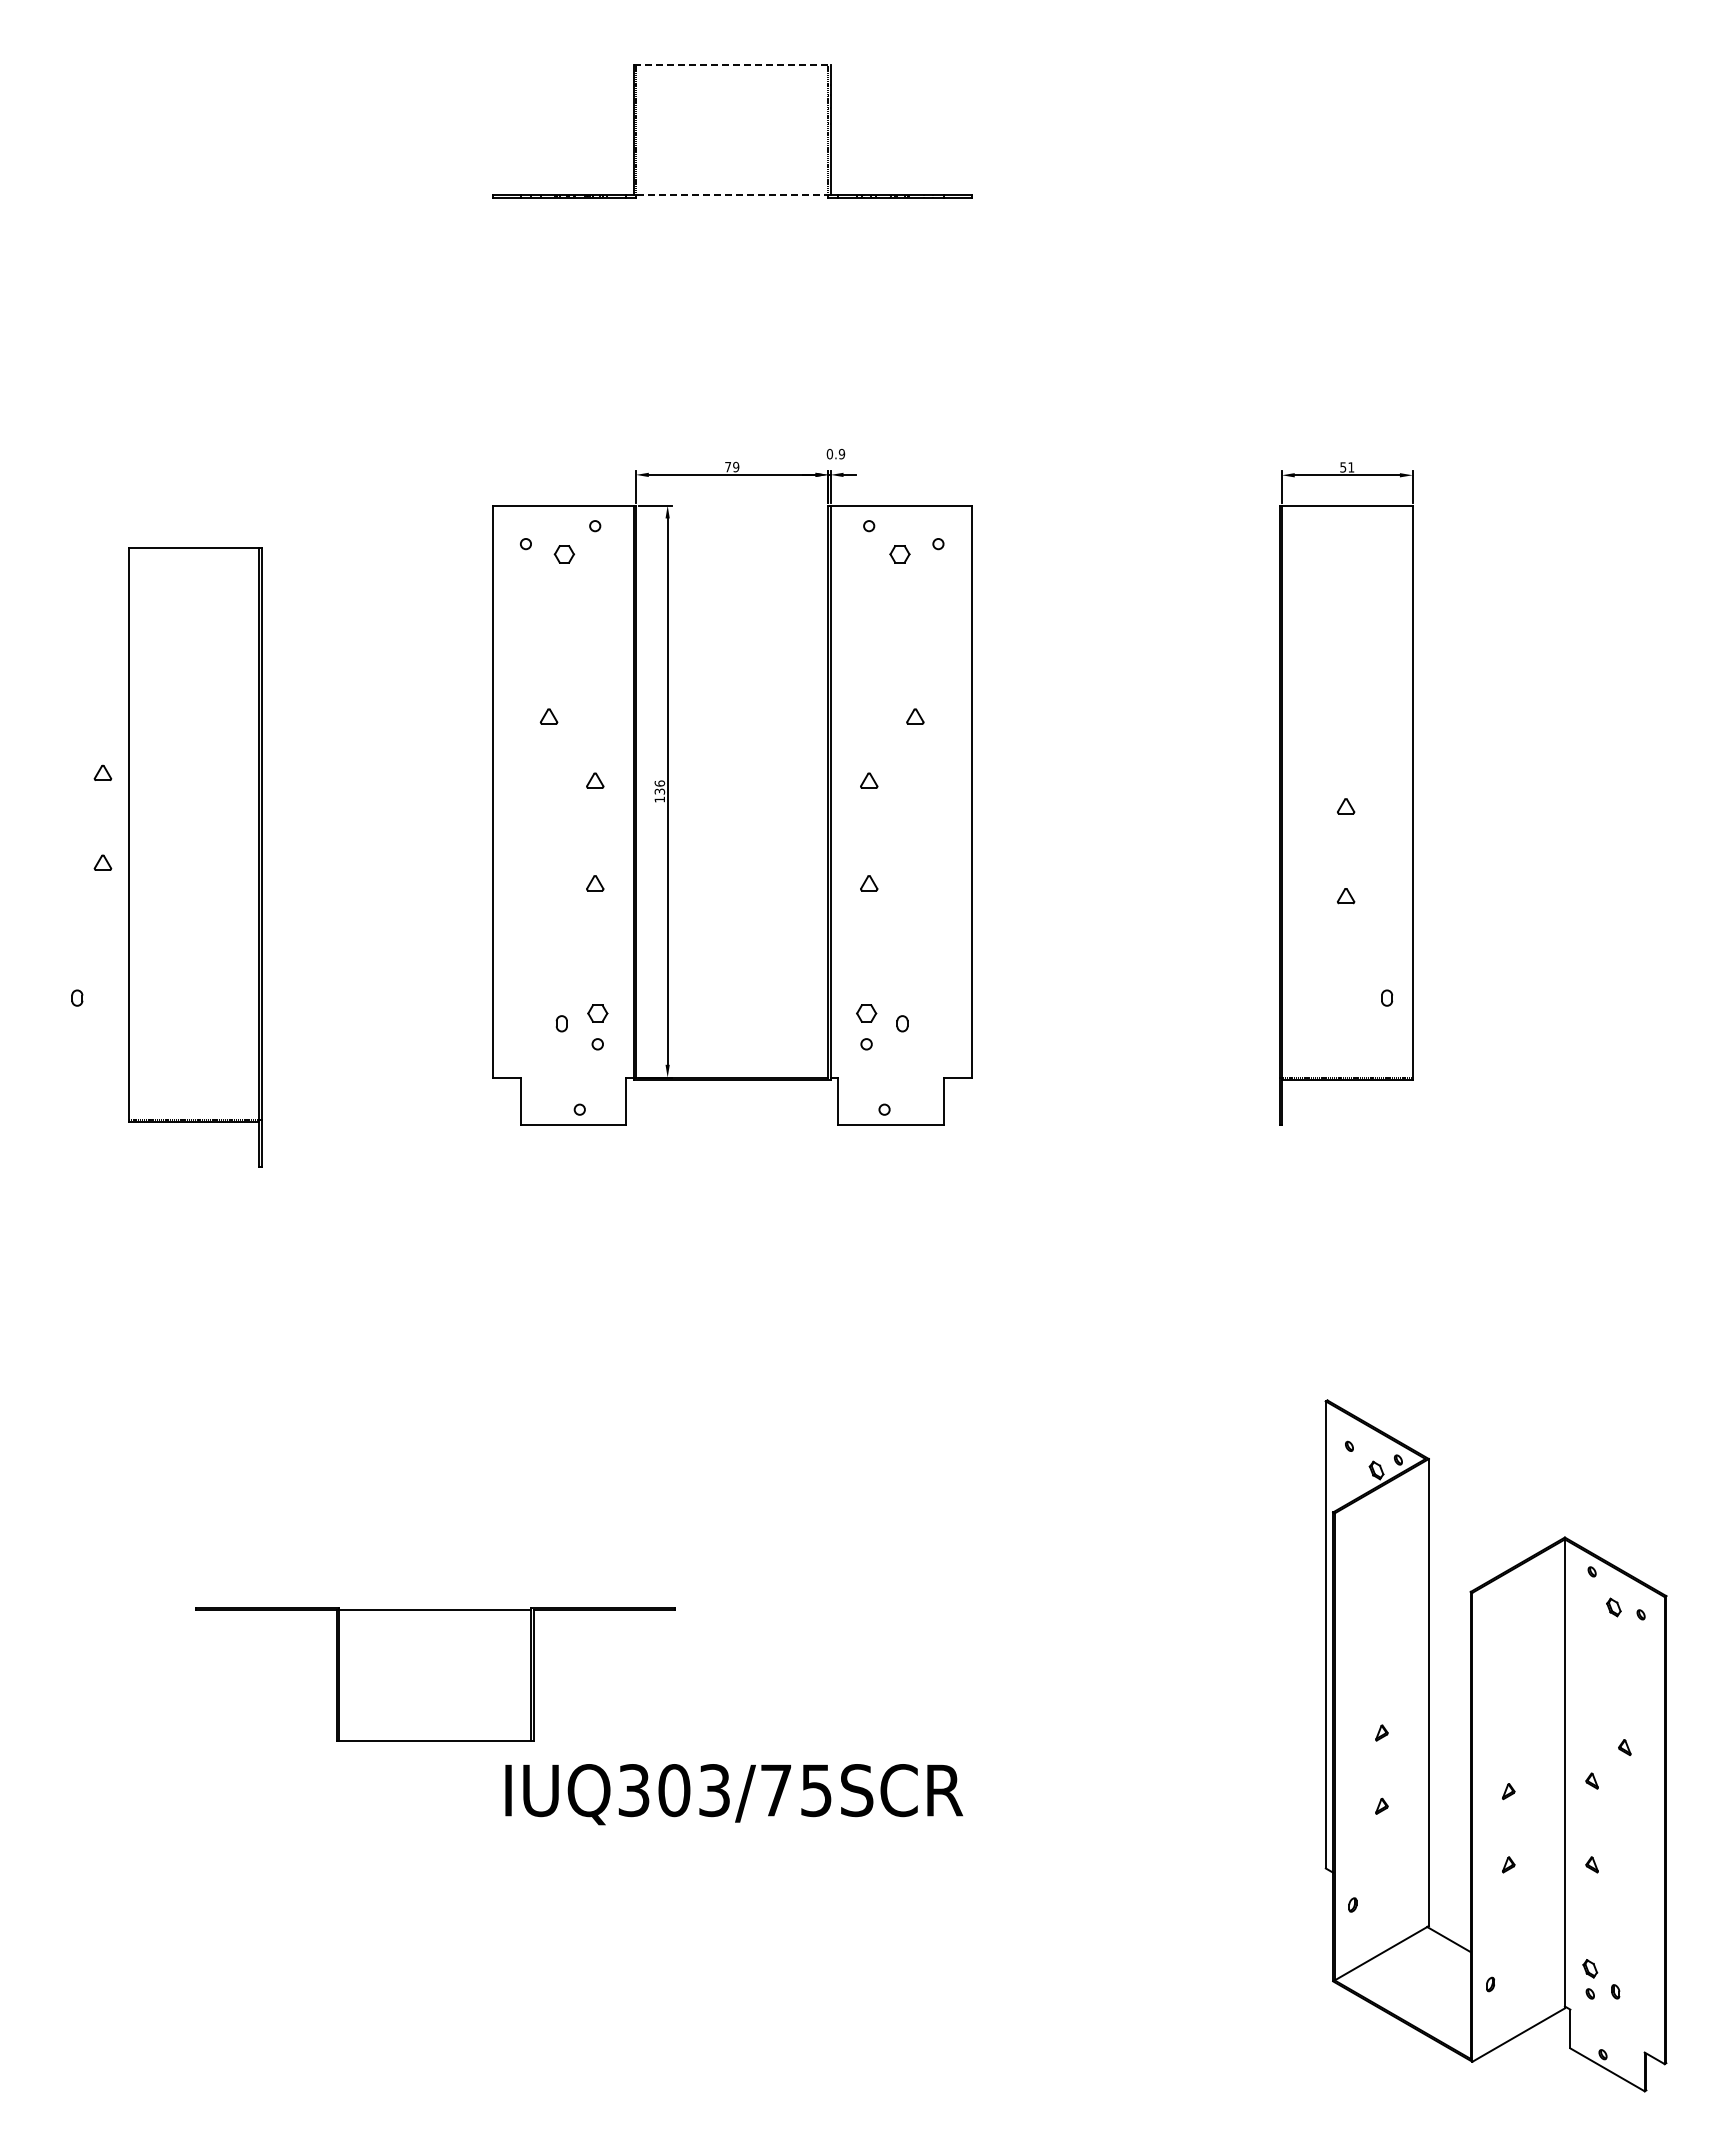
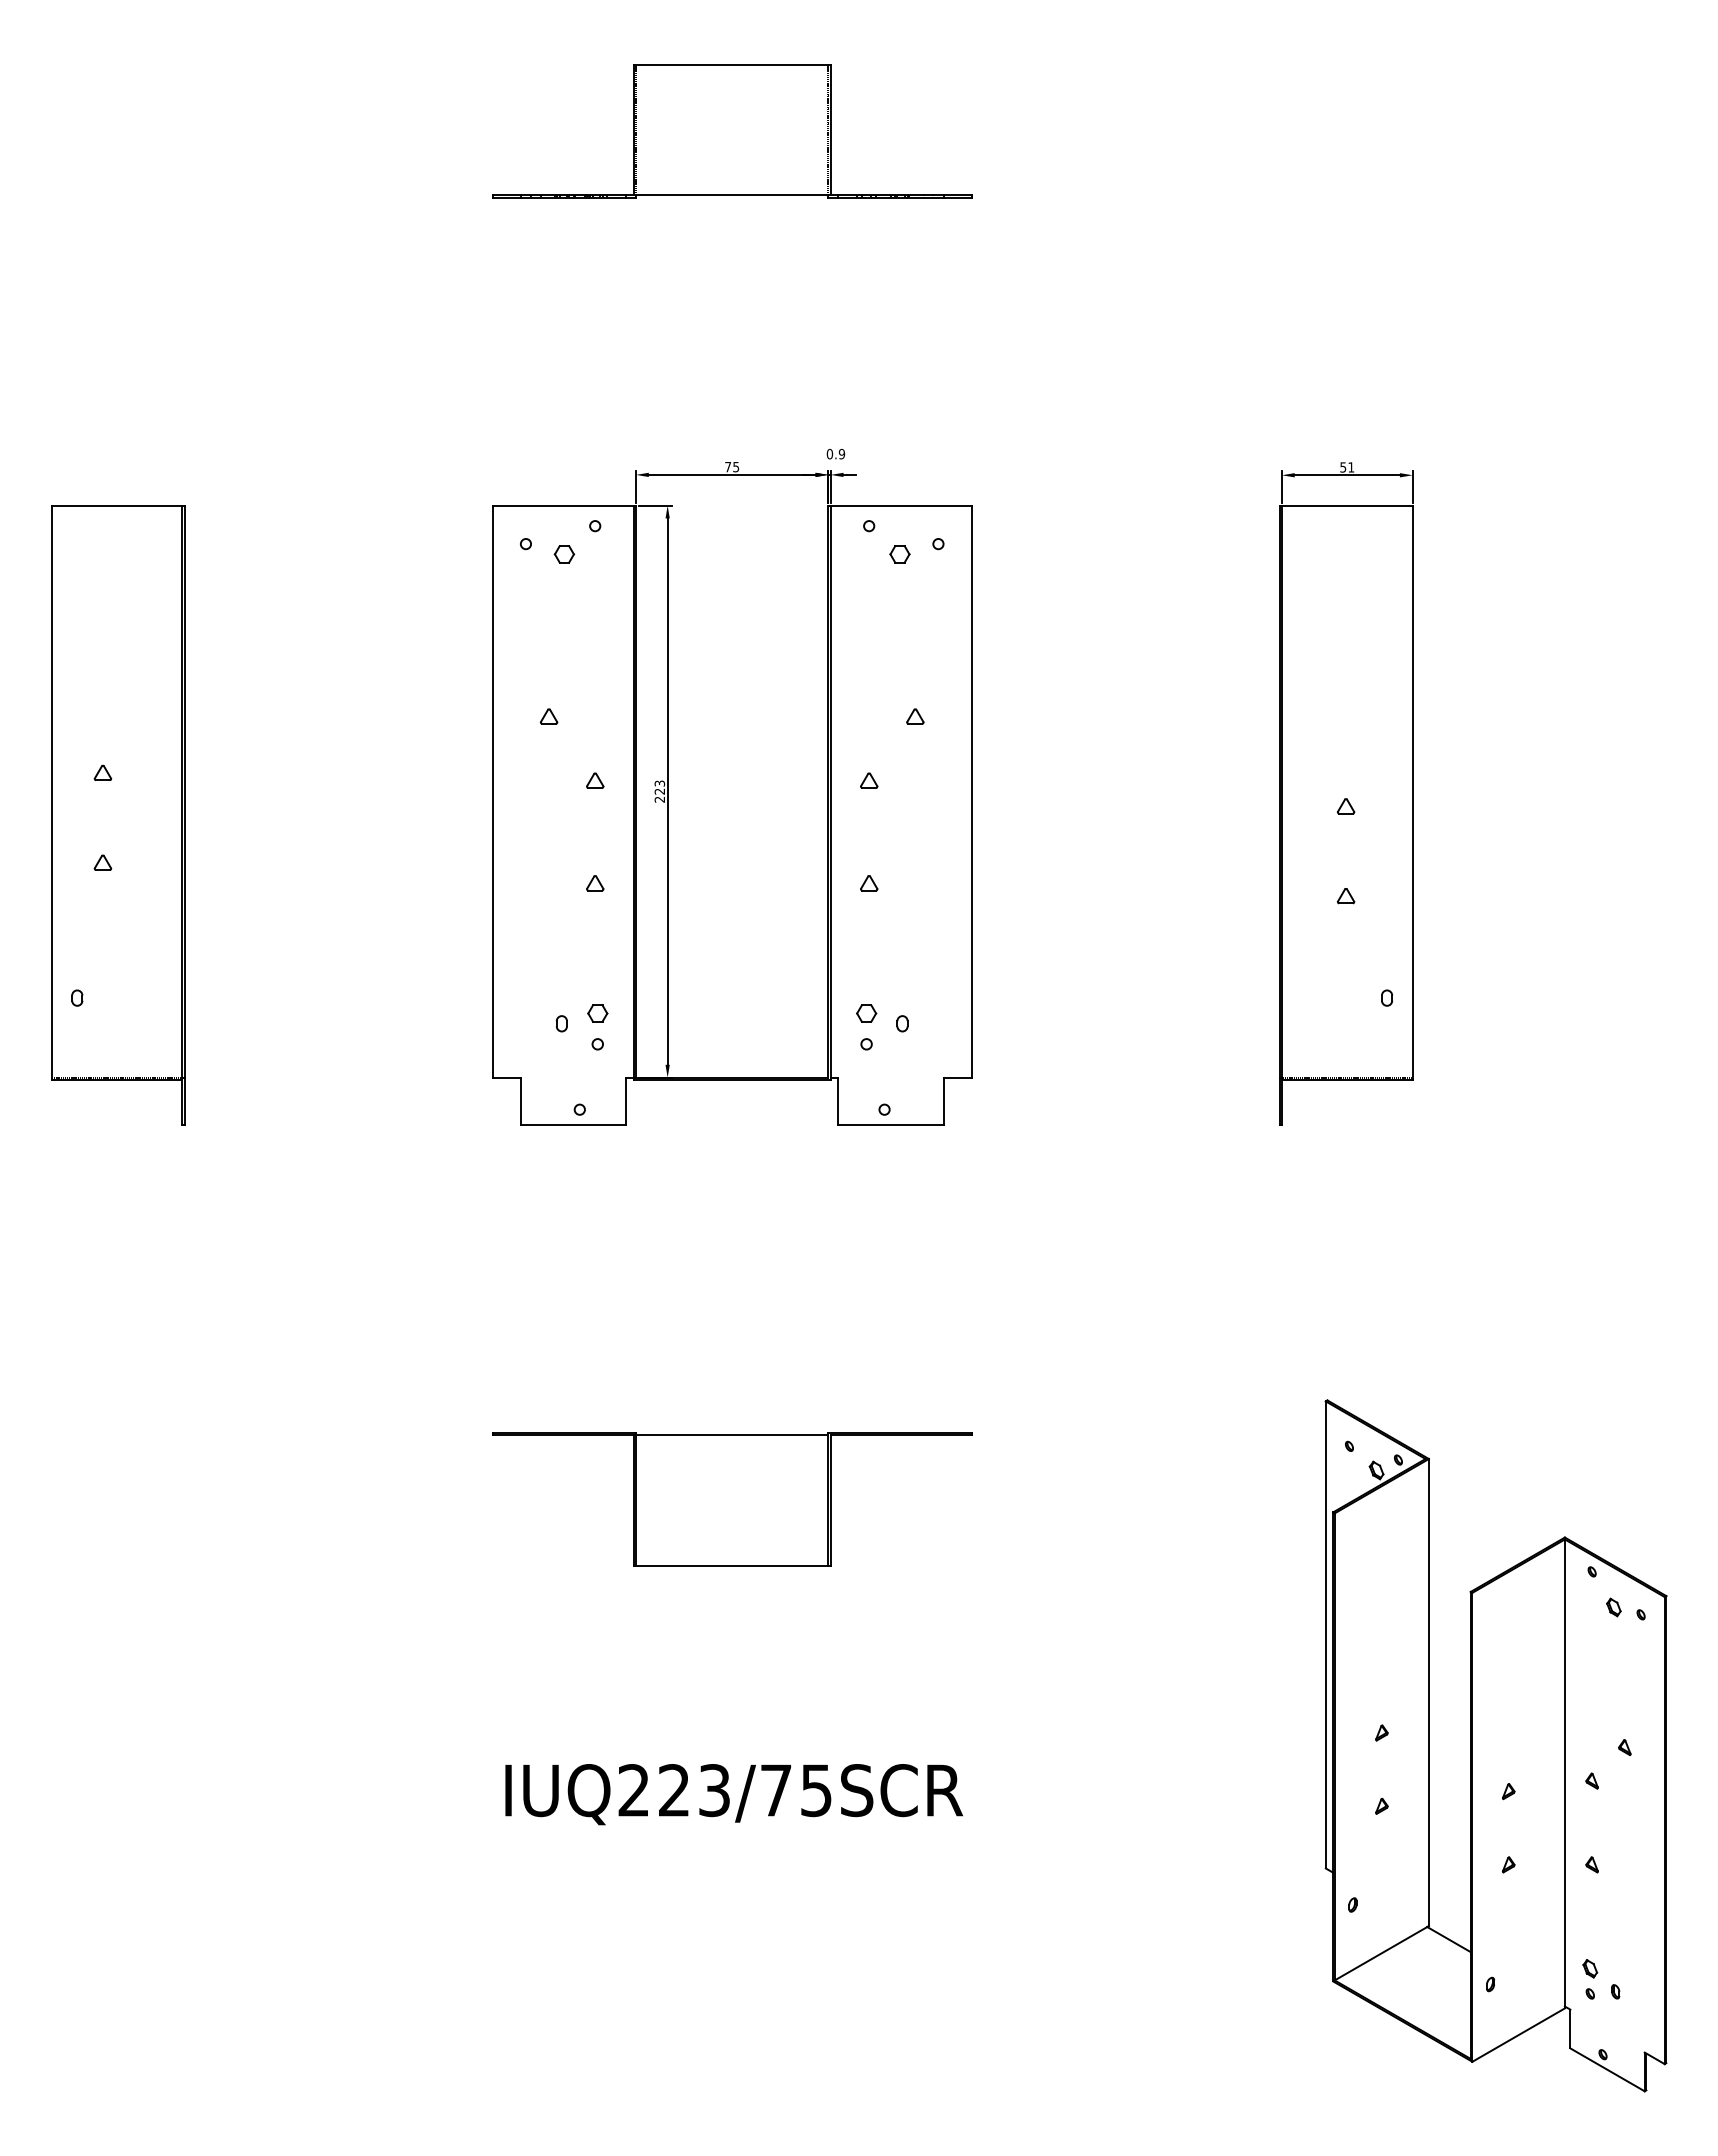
line at (732, 64): dashed -> solid
line at (732, 195): dashed -> solid
text at (736, 466): 79 -> 75
text at (659, 791): 136 -> 223
part at (195, 857) position: (195, 857) -> (118, 815)
part at (435, 1674) position: (435, 1674) -> (732, 1499)
text at (654, 1790): IUQ303/75SCR -> IUQ223/75SCR
